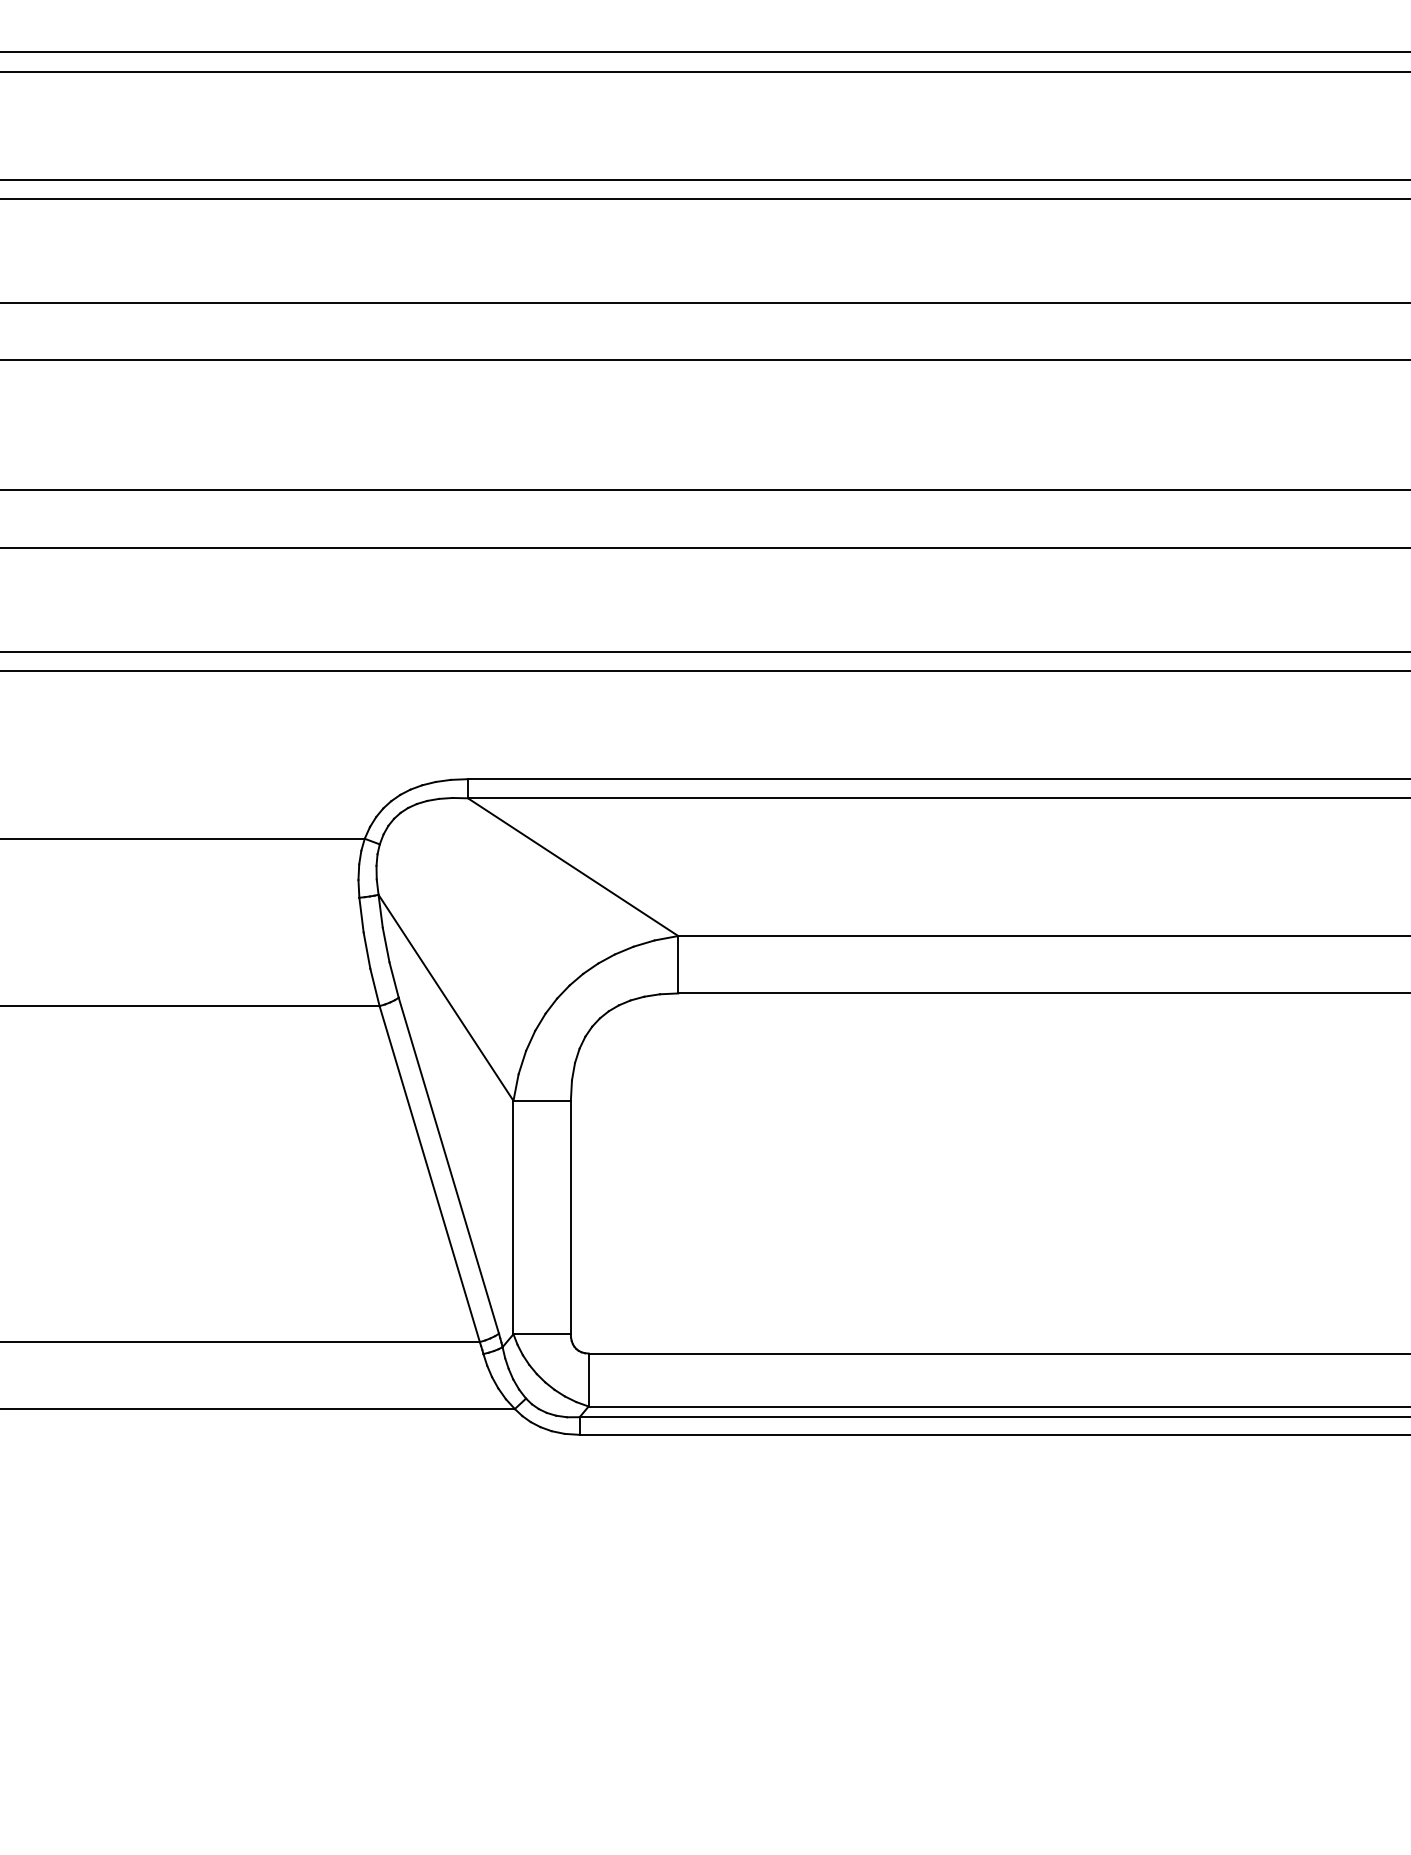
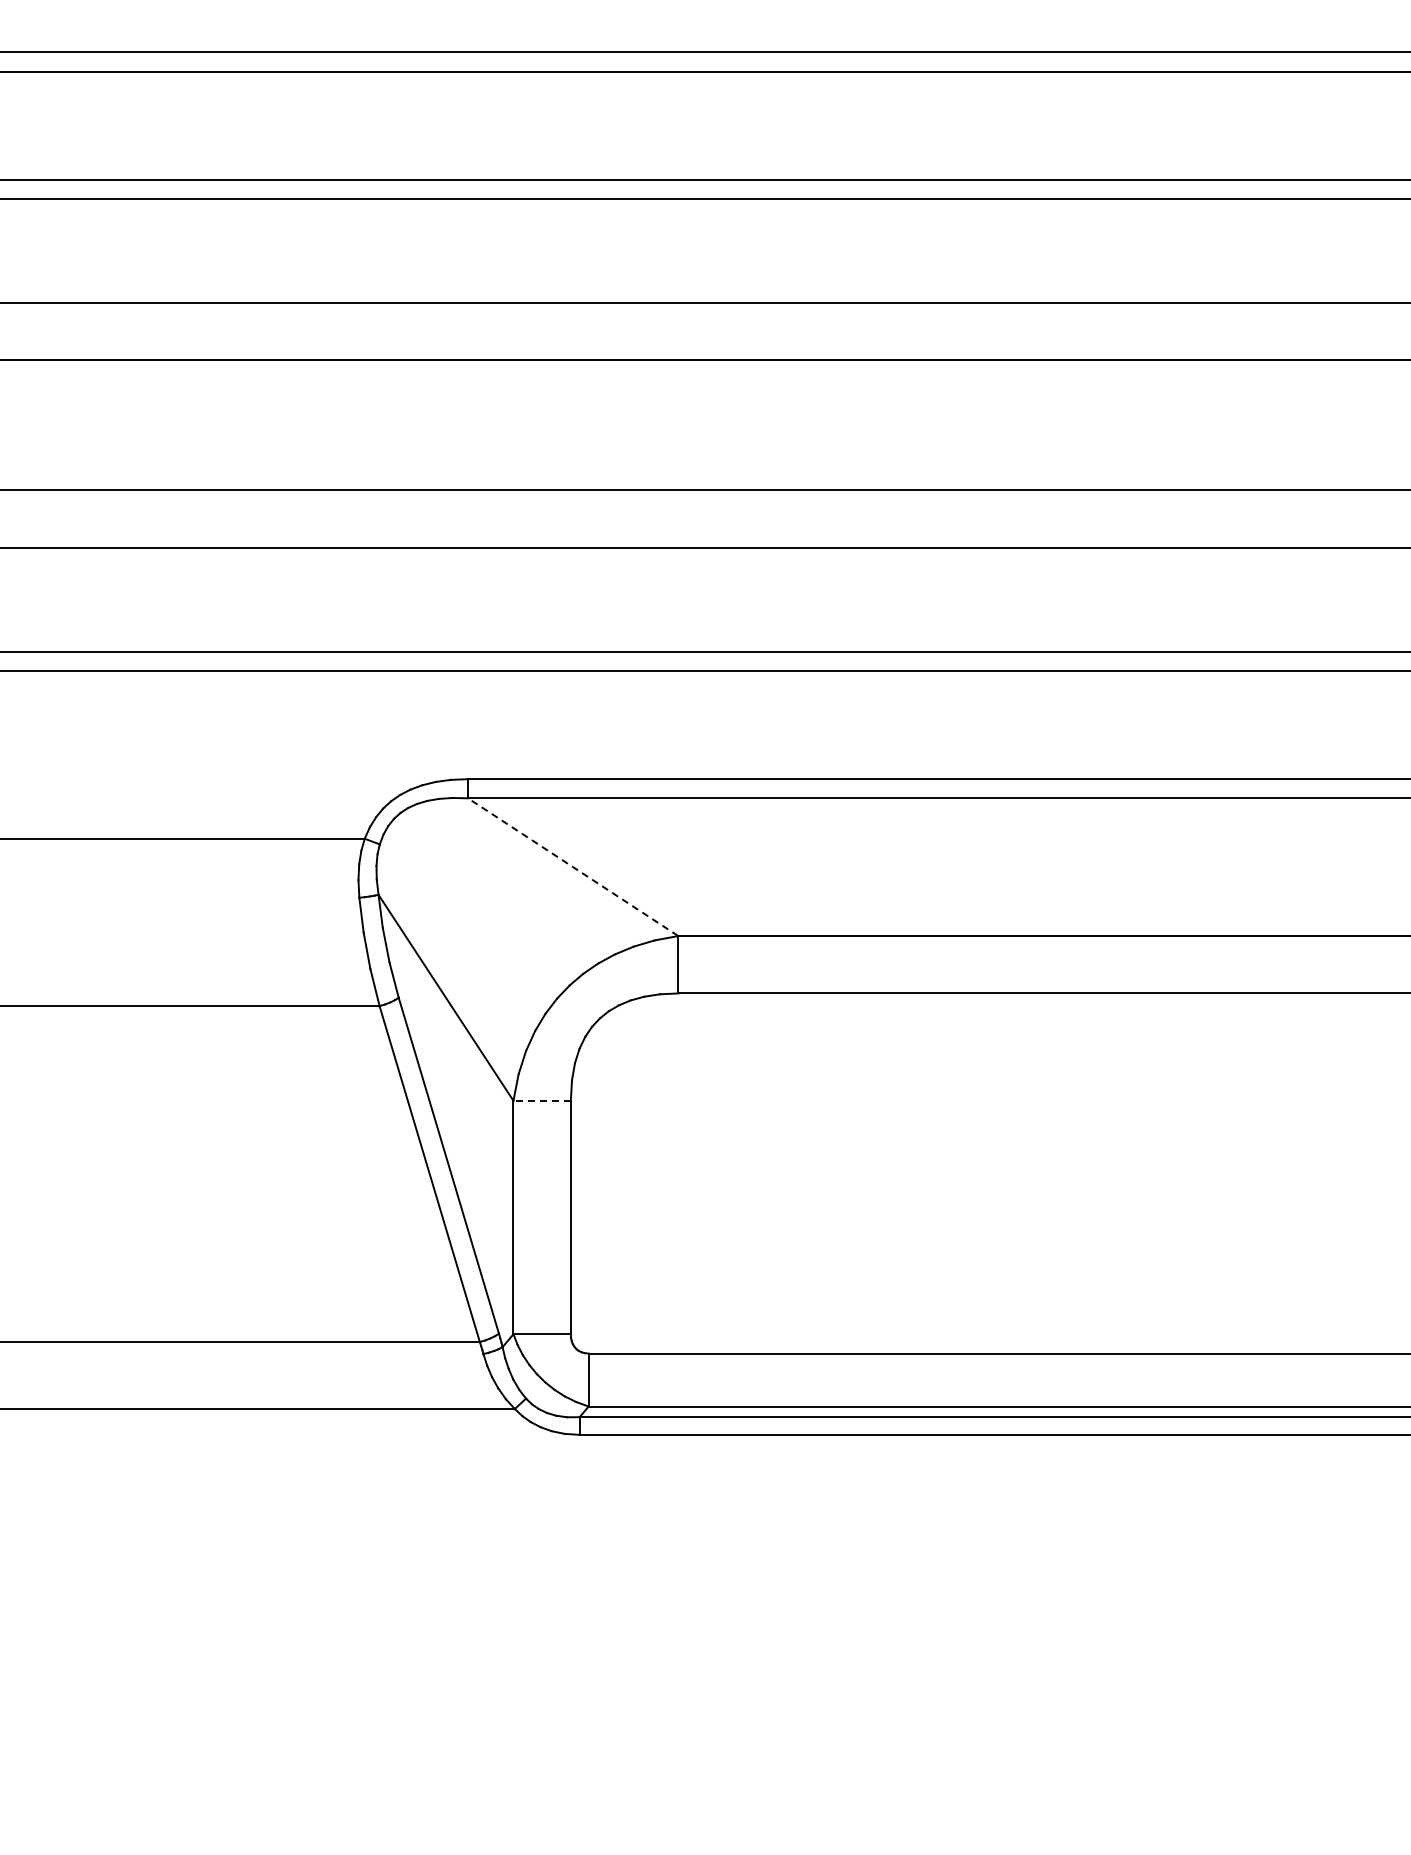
line at (573, 867): solid -> dashed
line at (542, 1100): solid -> dashed
